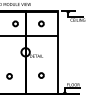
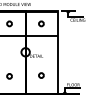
circle at (15, 23) position: (15, 23) -> (9, 23)
